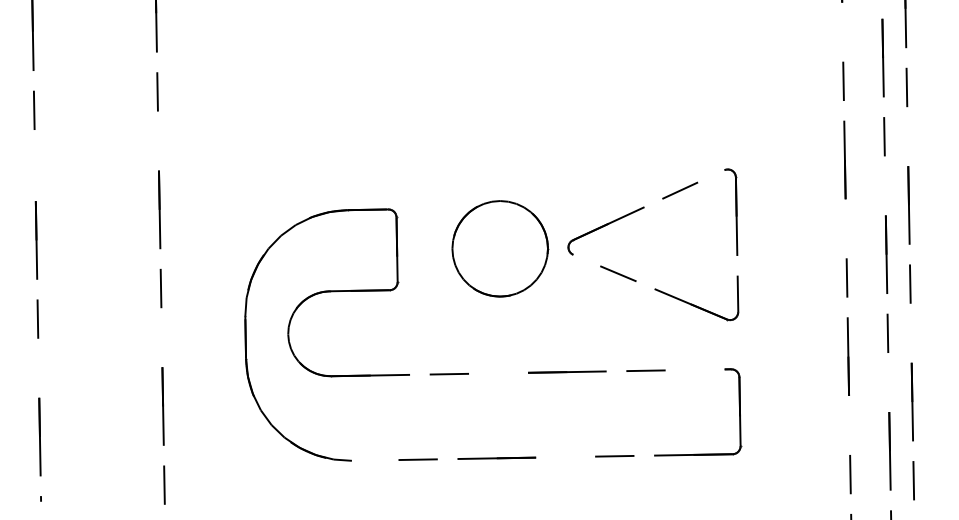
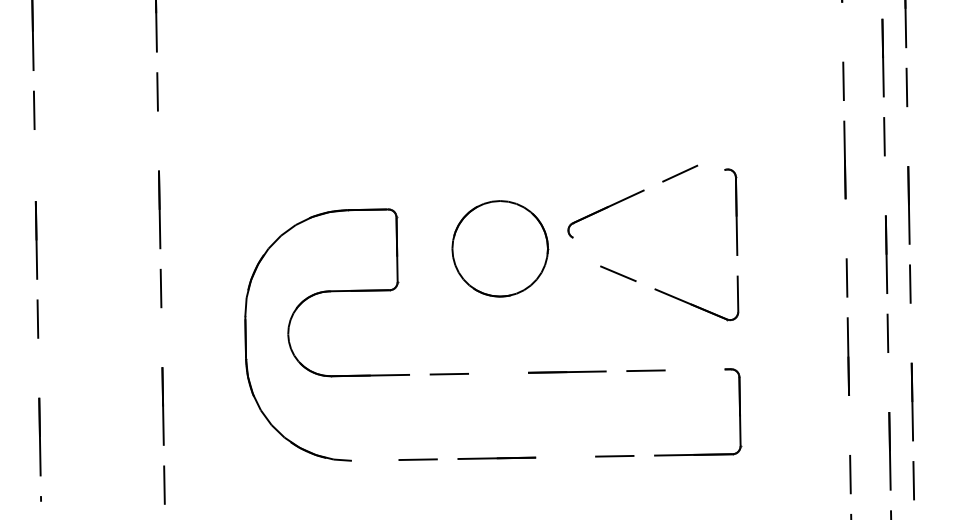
part at (632, 218) position: (632, 218) -> (632, 201)
